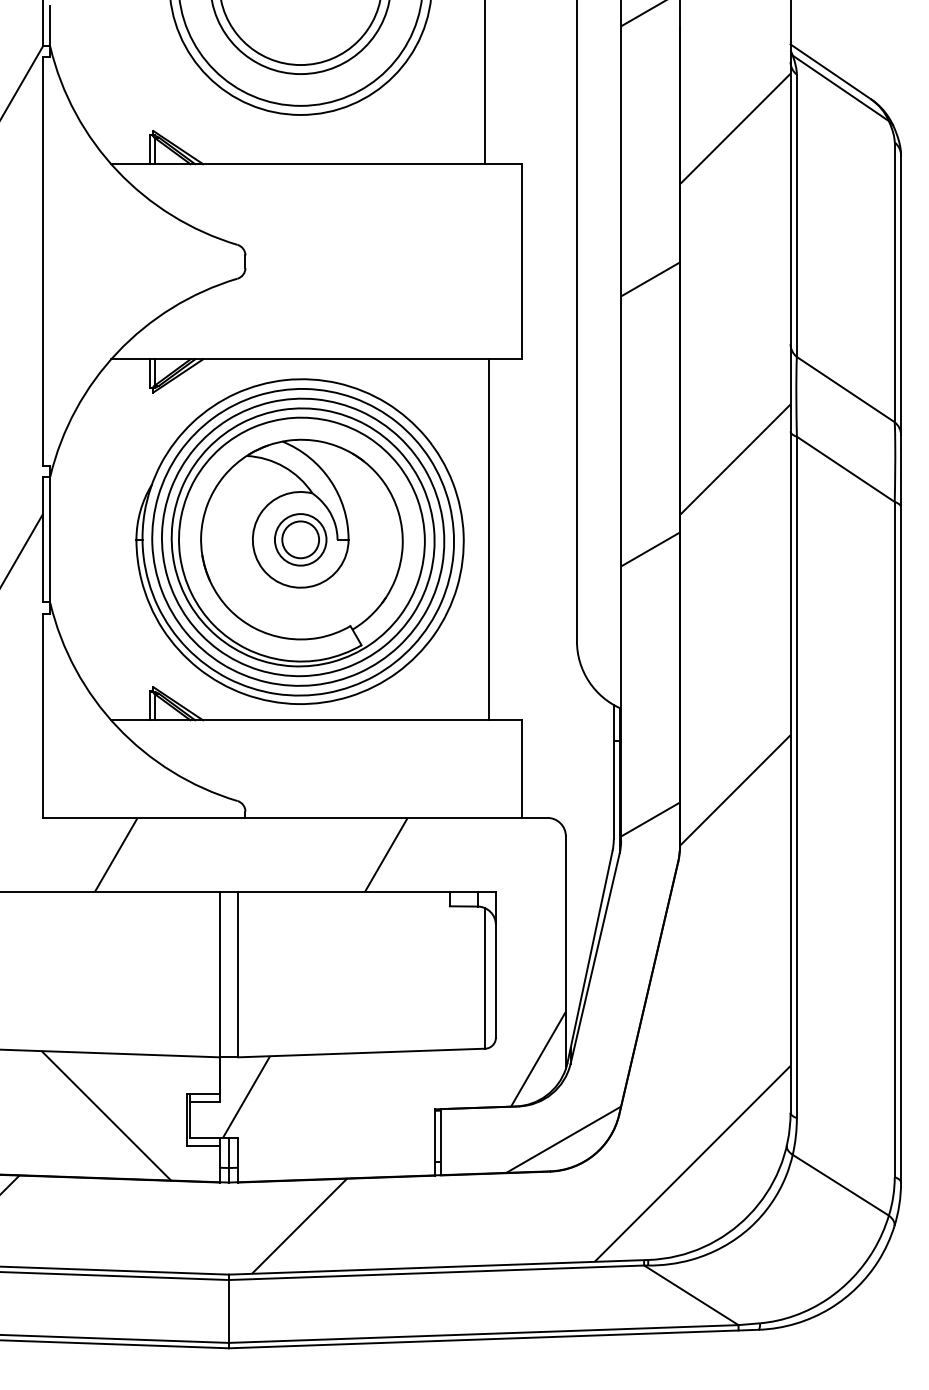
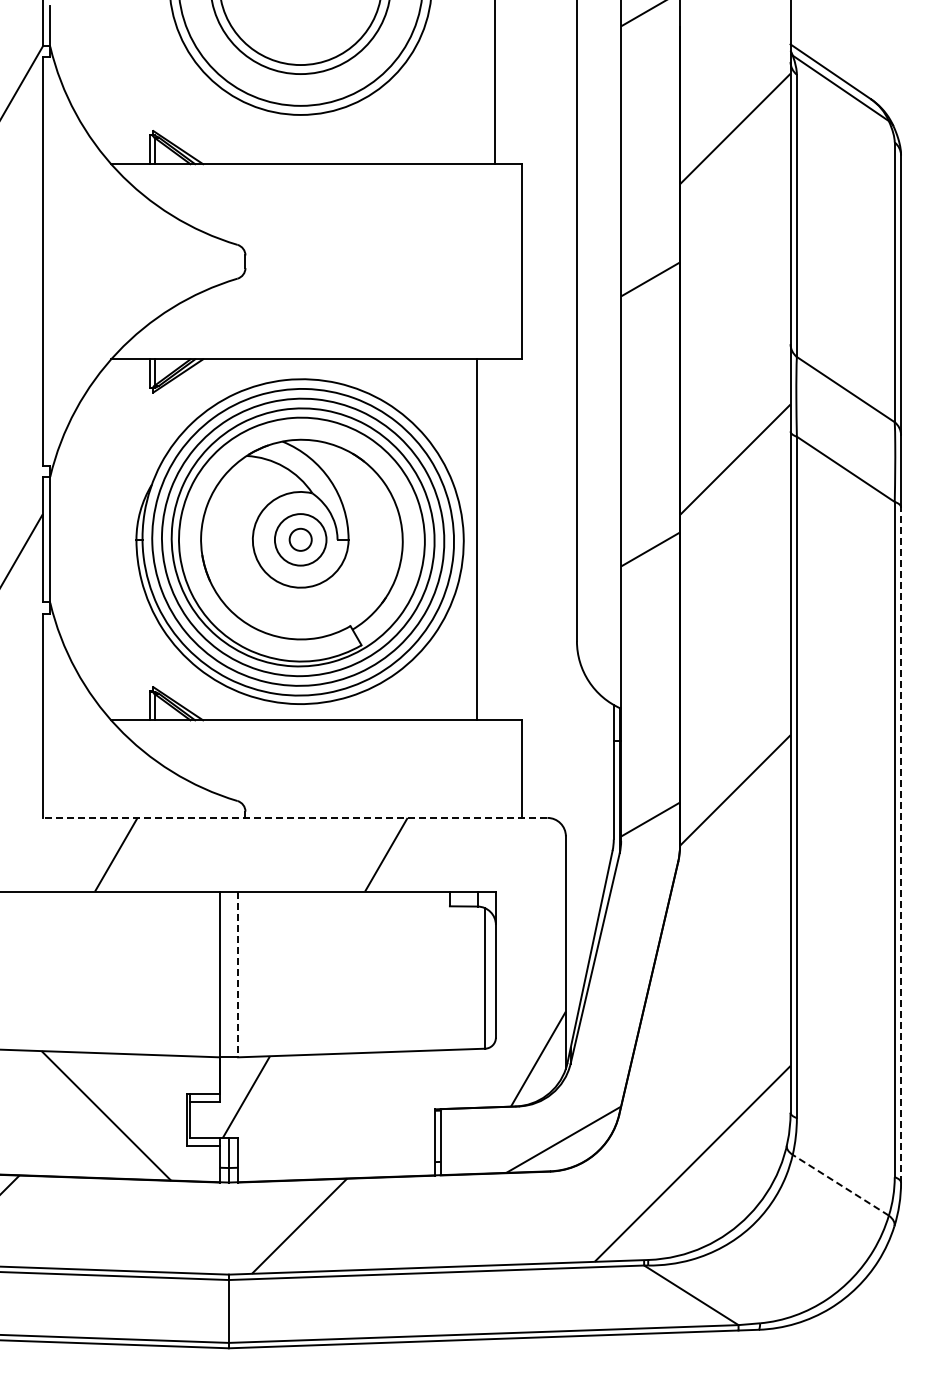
line at (484, 83) position: (484, 83) -> (494, 83)
circle at (300, 539) diameter: 37 px -> 22 px
line at (488, 539) position: (488, 539) -> (476, 539)
line at (294, 817): solid -> dashed
line at (901, 844): solid -> dashed
line at (238, 974): solid -> dashed
line at (840, 1185): solid -> dashed
